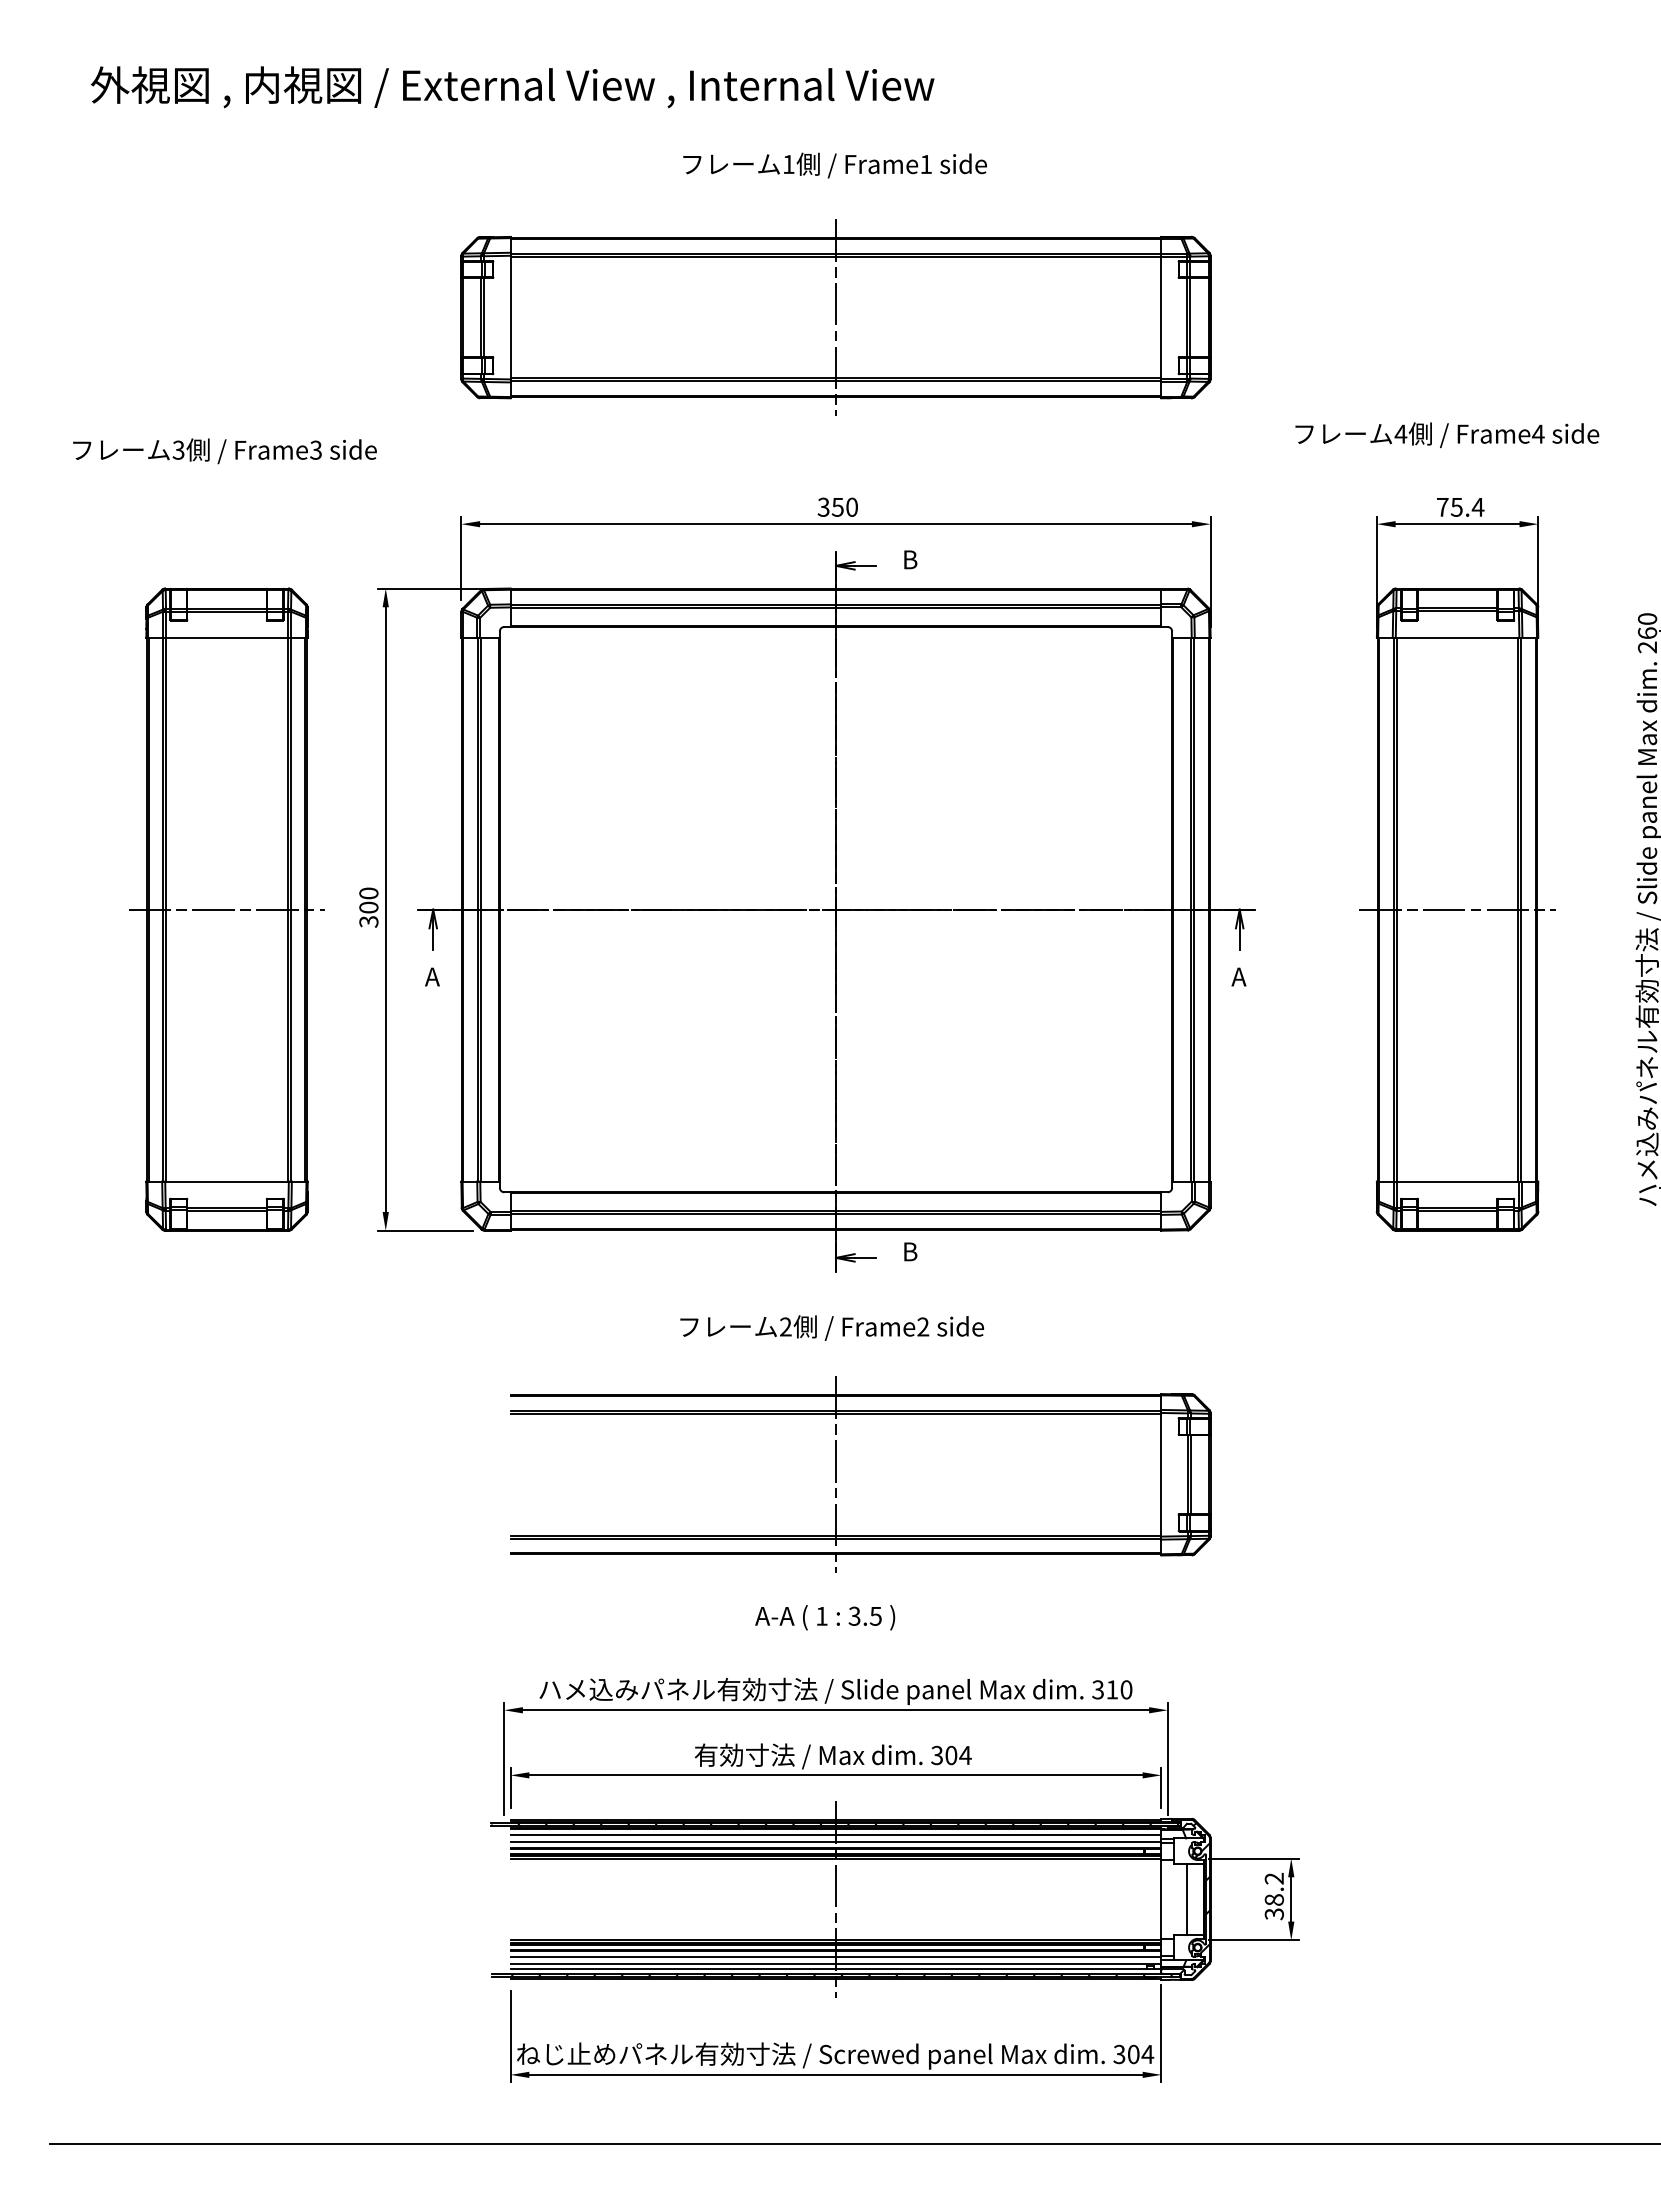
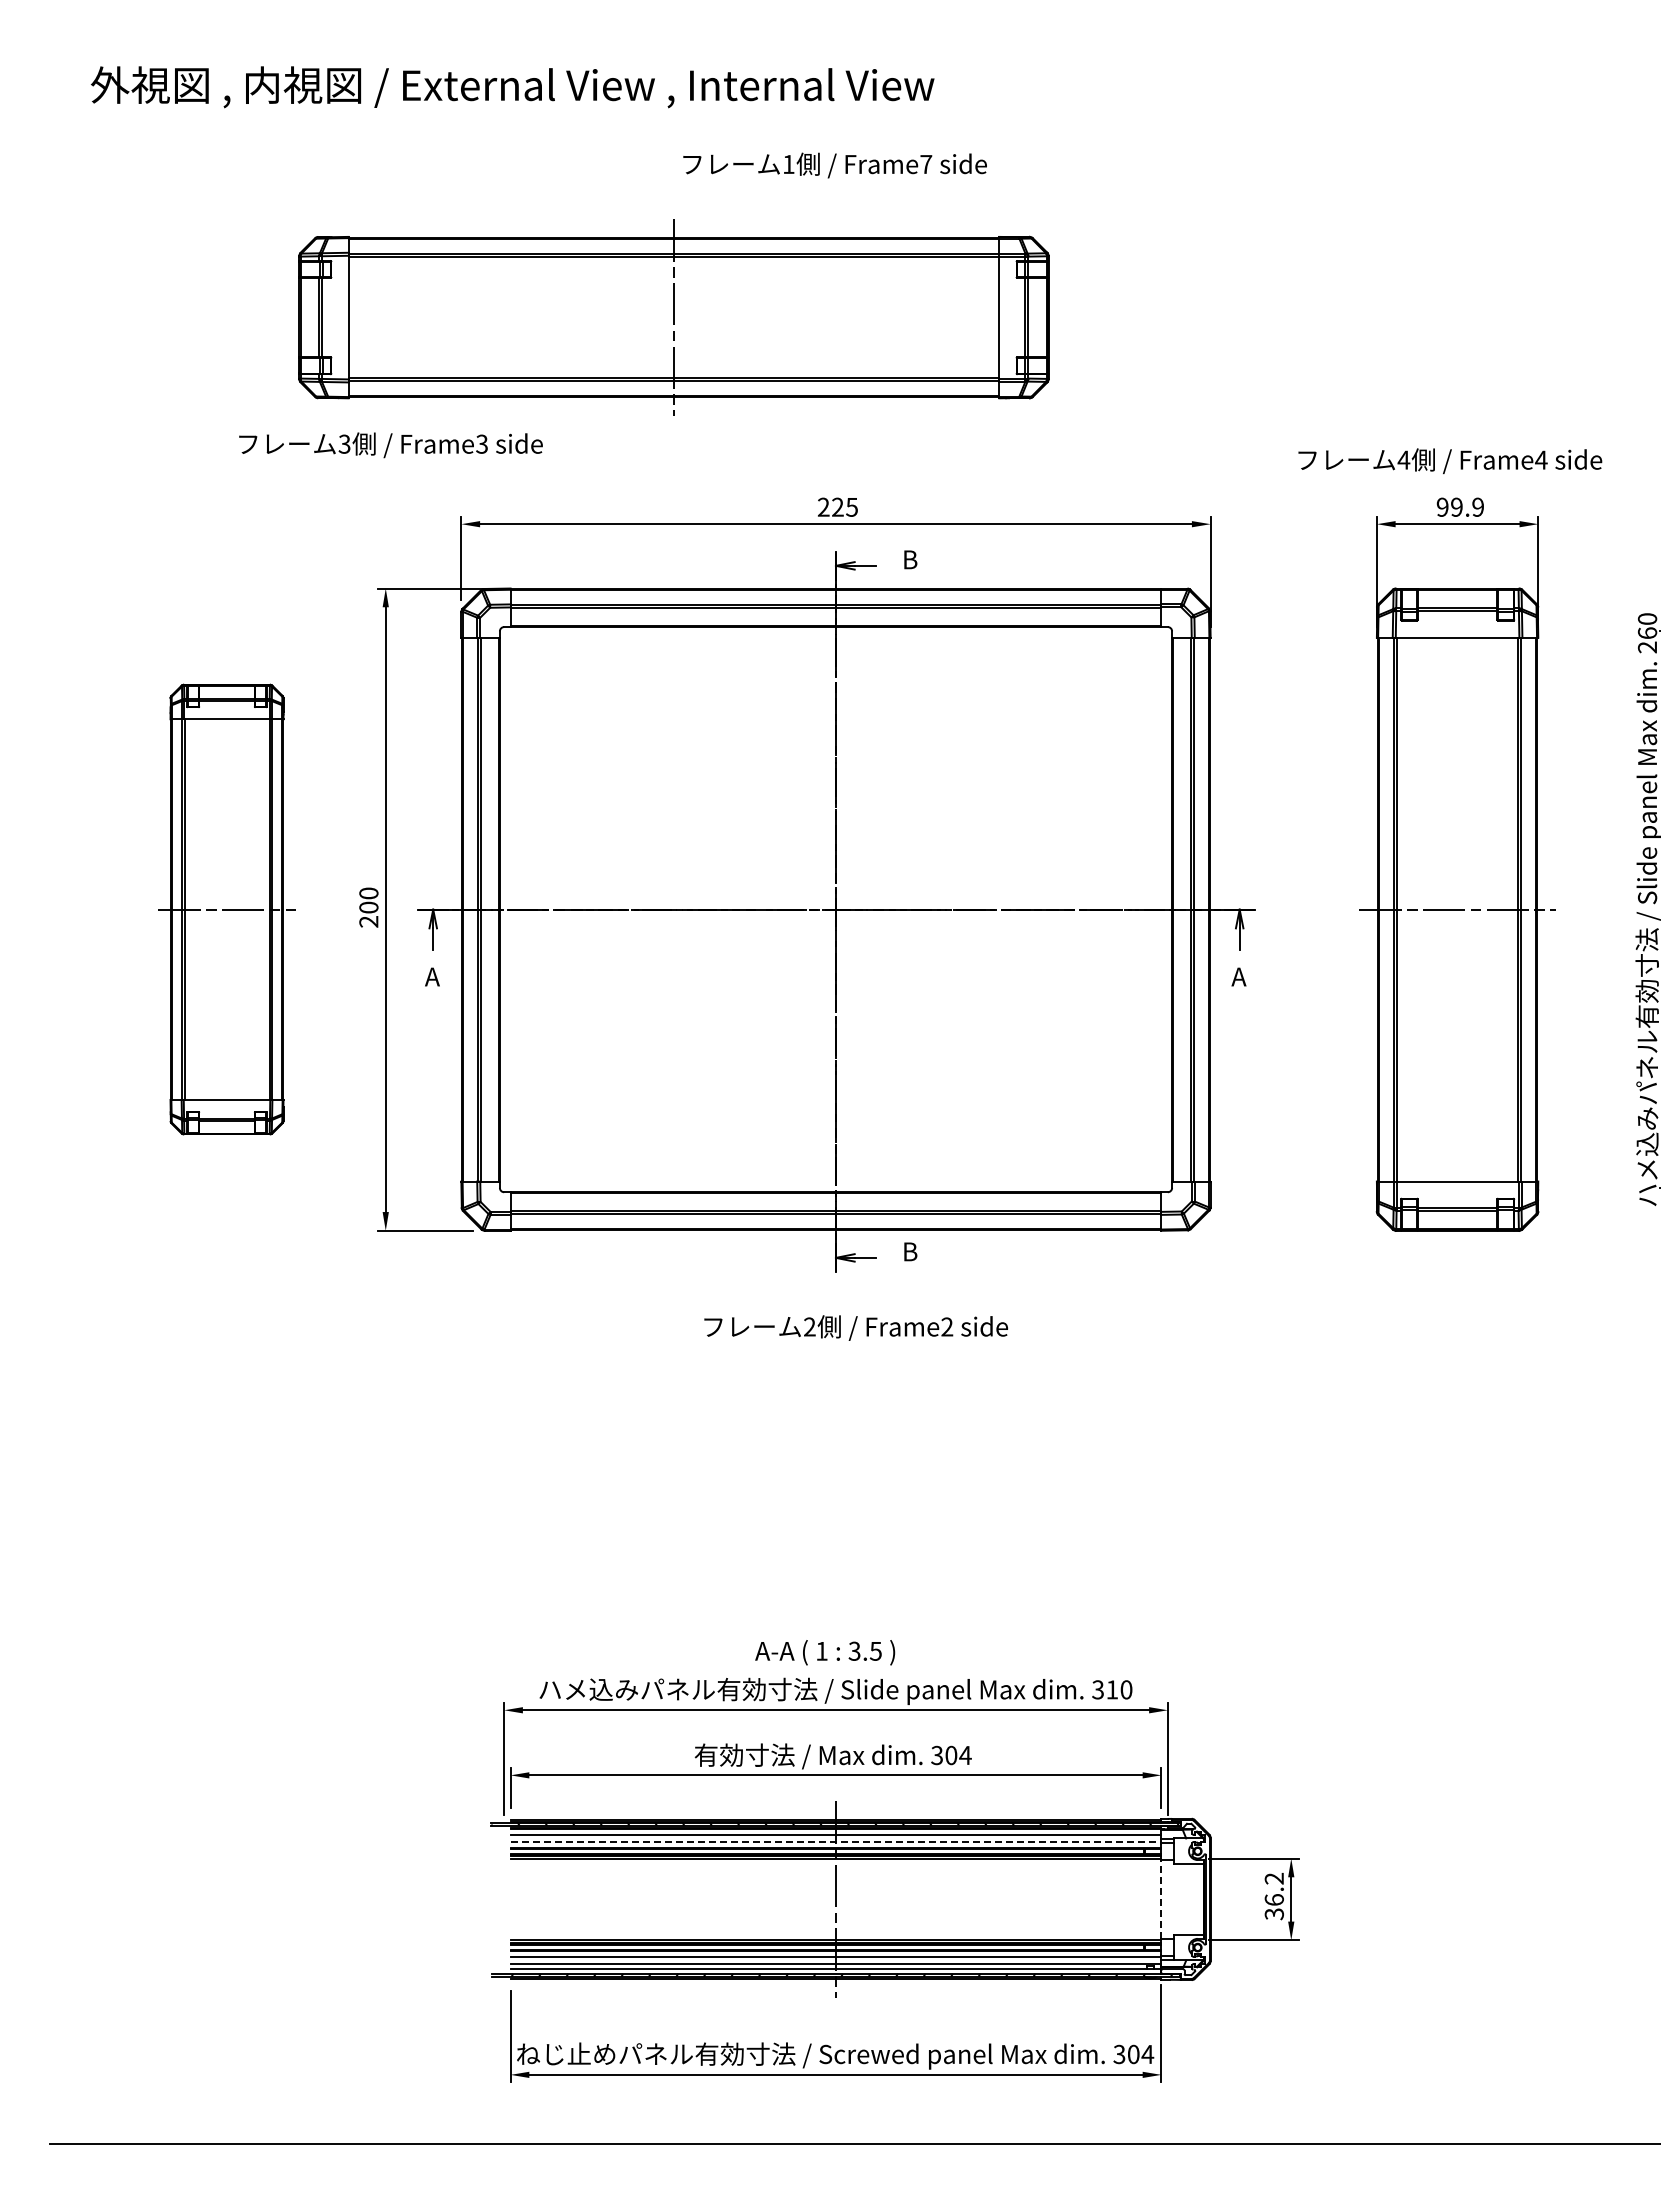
text at (926, 164): Frame1 -> Frame7
part at (835, 317) position: (835, 317) -> (673, 317)
text at (1447, 435) position: (1447, 435) -> (1450, 461)
text at (224, 451) position: (224, 451) -> (390, 445)
text at (837, 506): 350 -> 225
text at (1460, 506): 75.4 -> 99.9
part at (226, 909) size: 196x645 px -> 138x453 px
text at (368, 921): 300 -> 200
text at (831, 1327) position: (831, 1327) -> (855, 1327)
part at (836, 1474): present -> none
text at (825, 1617) position: (825, 1617) -> (825, 1652)
line at (836, 1842): solid -> dashed
line at (1161, 1898): solid -> dashed
hatch at (1195, 1898): present -> none
line at (1186, 1899): present -> none
text at (1273, 1899): 38.2 -> 36.2
